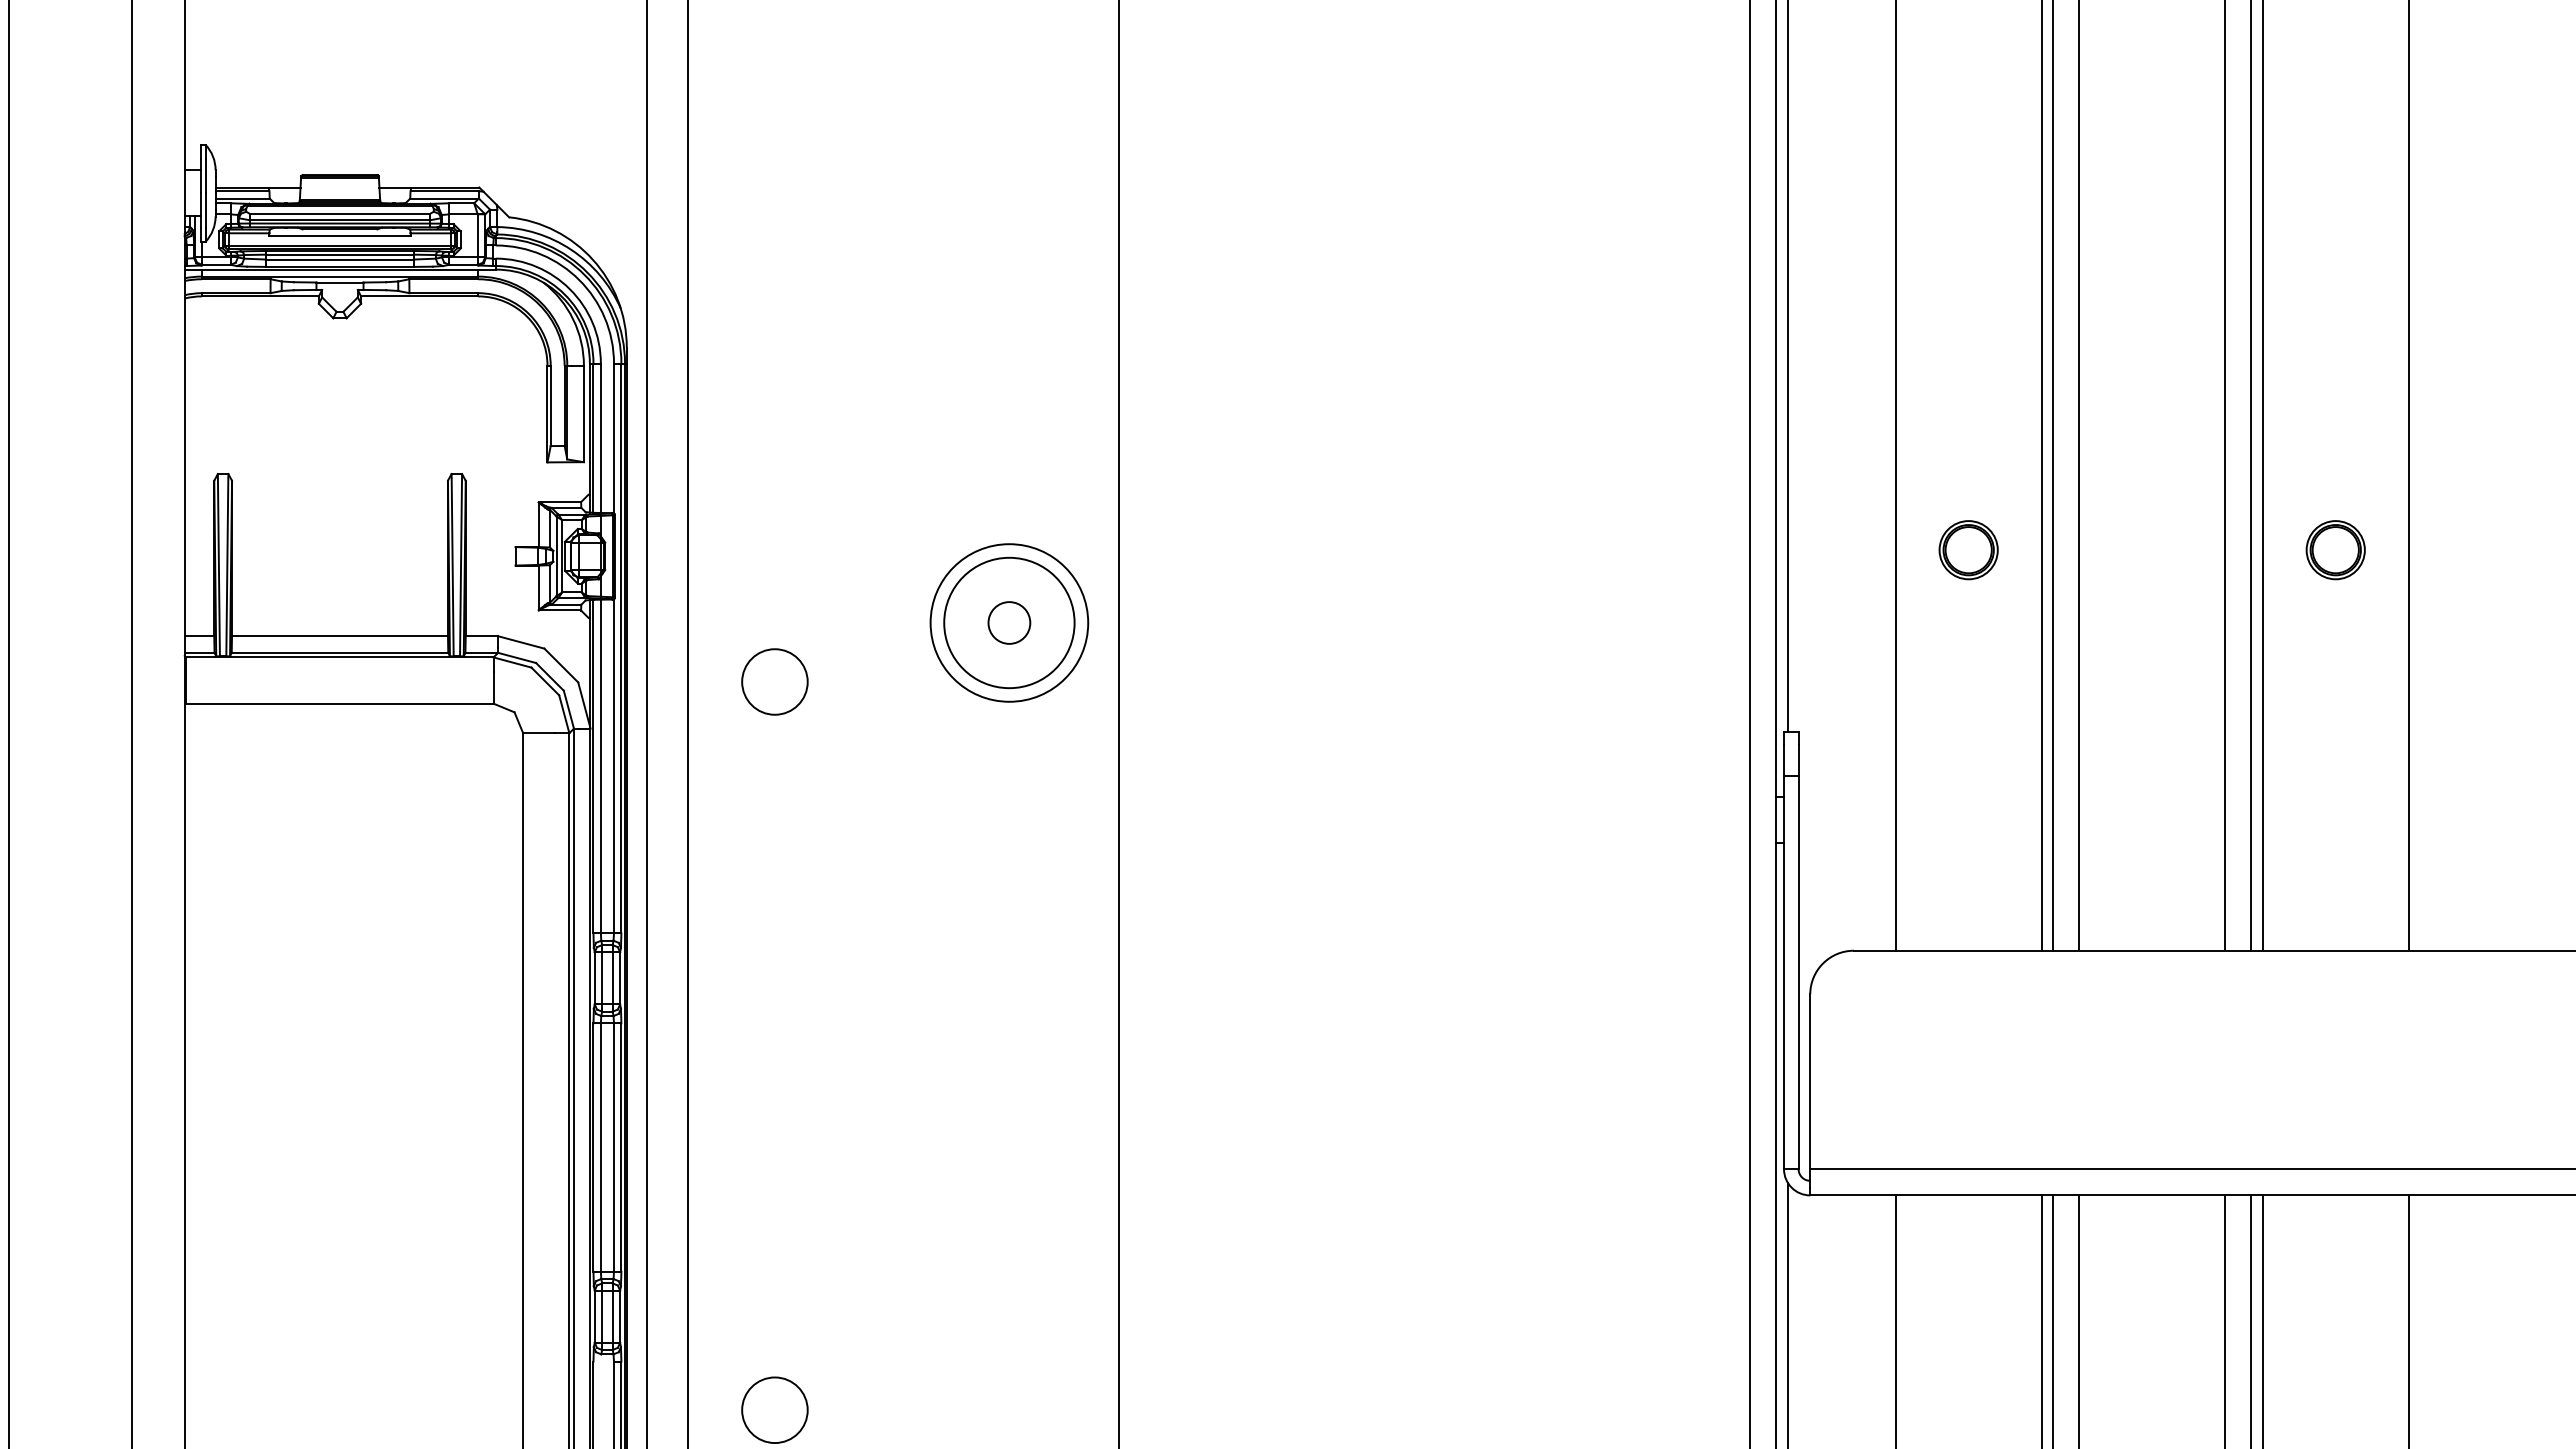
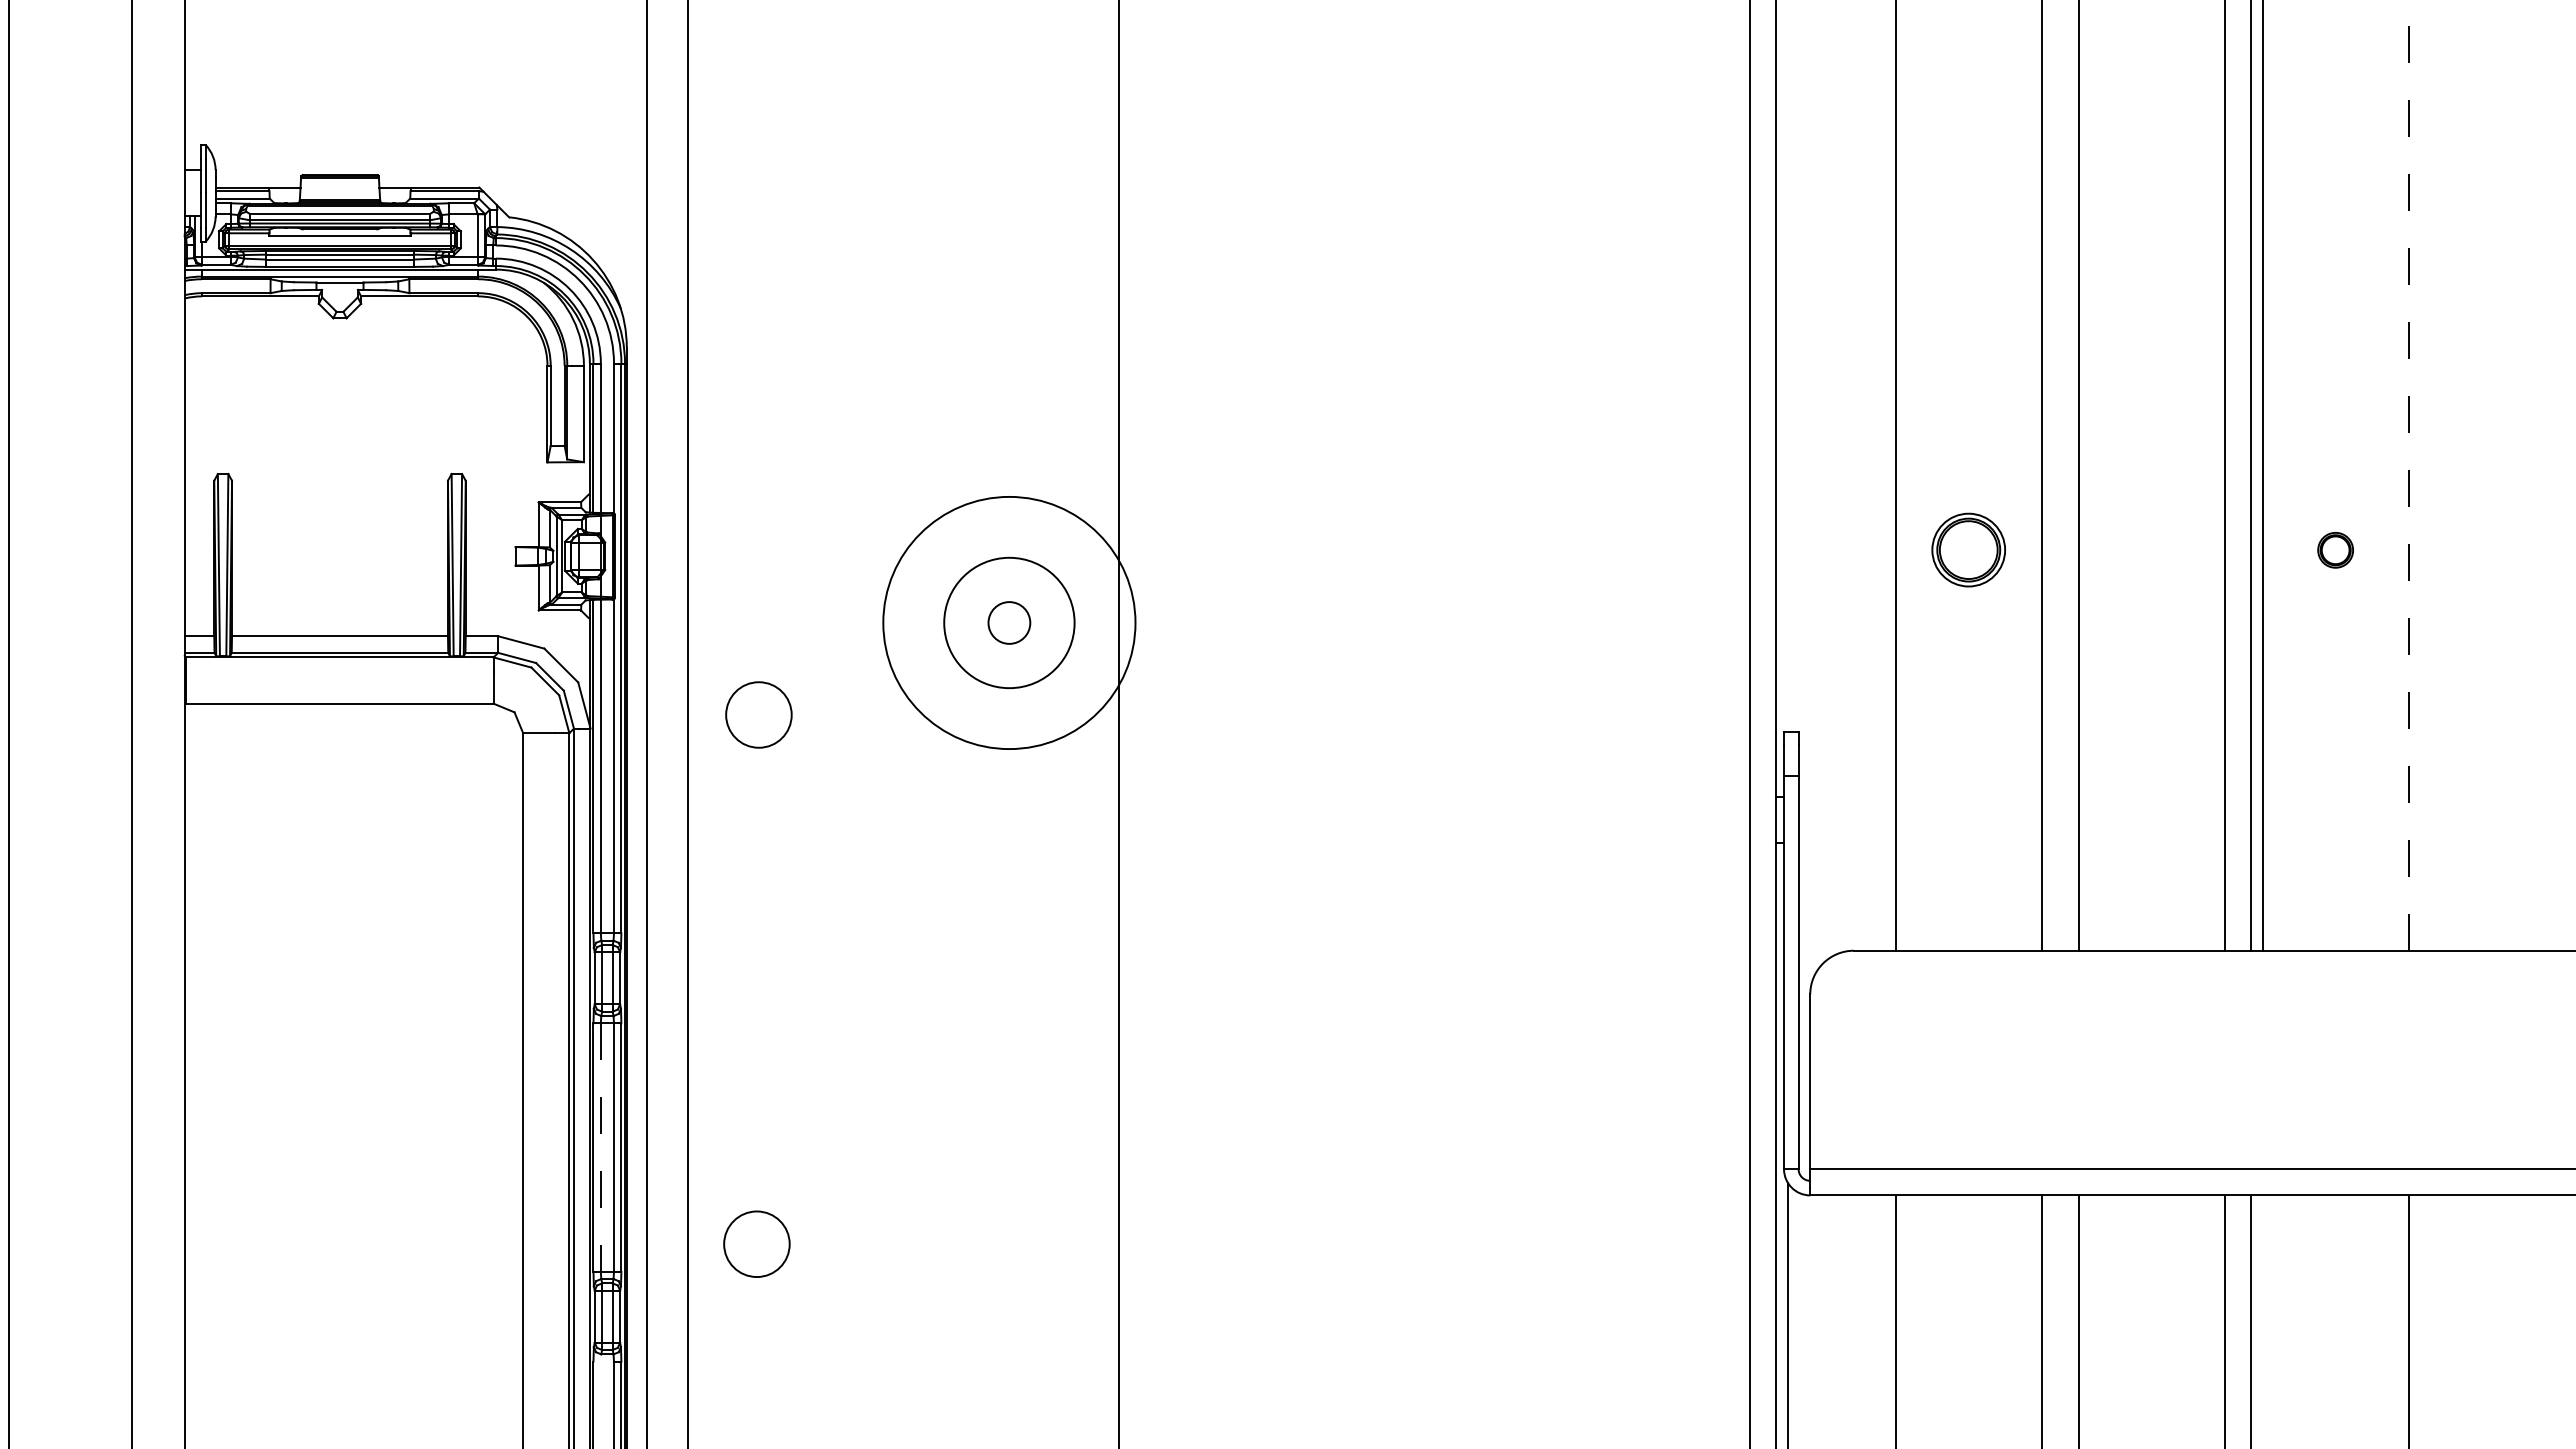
line at (1788, 367): present -> none
line at (2408, 474): solid -> dashed
line at (2053, 476): present -> none
part at (1968, 550) size: 61x61 px -> 75x76 px
part at (2335, 550) size: 61x61 px -> 37x37 px
circle at (1009, 622) diameter: 158 px -> 252 px
circle at (774, 681) position: (774, 681) -> (758, 714)
line at (600, 1148): solid -> dashed
line at (2053, 1320): present -> none
line at (2262, 1320): present -> none
circle at (774, 1409) position: (774, 1409) -> (756, 1243)
